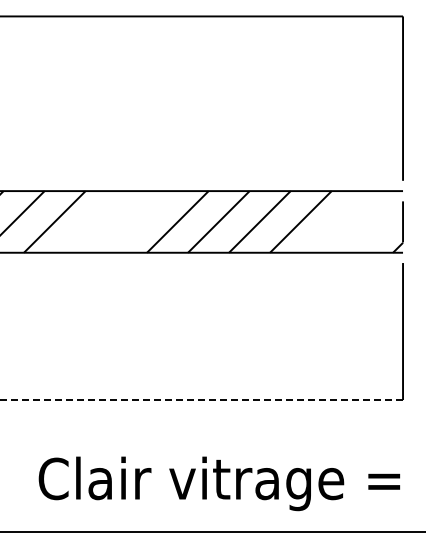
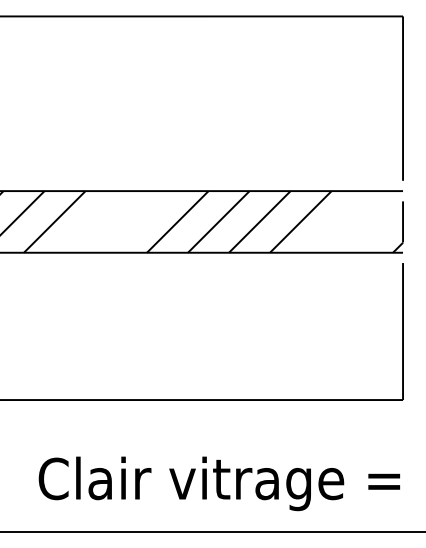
line at (201, 400): dashed -> solid
